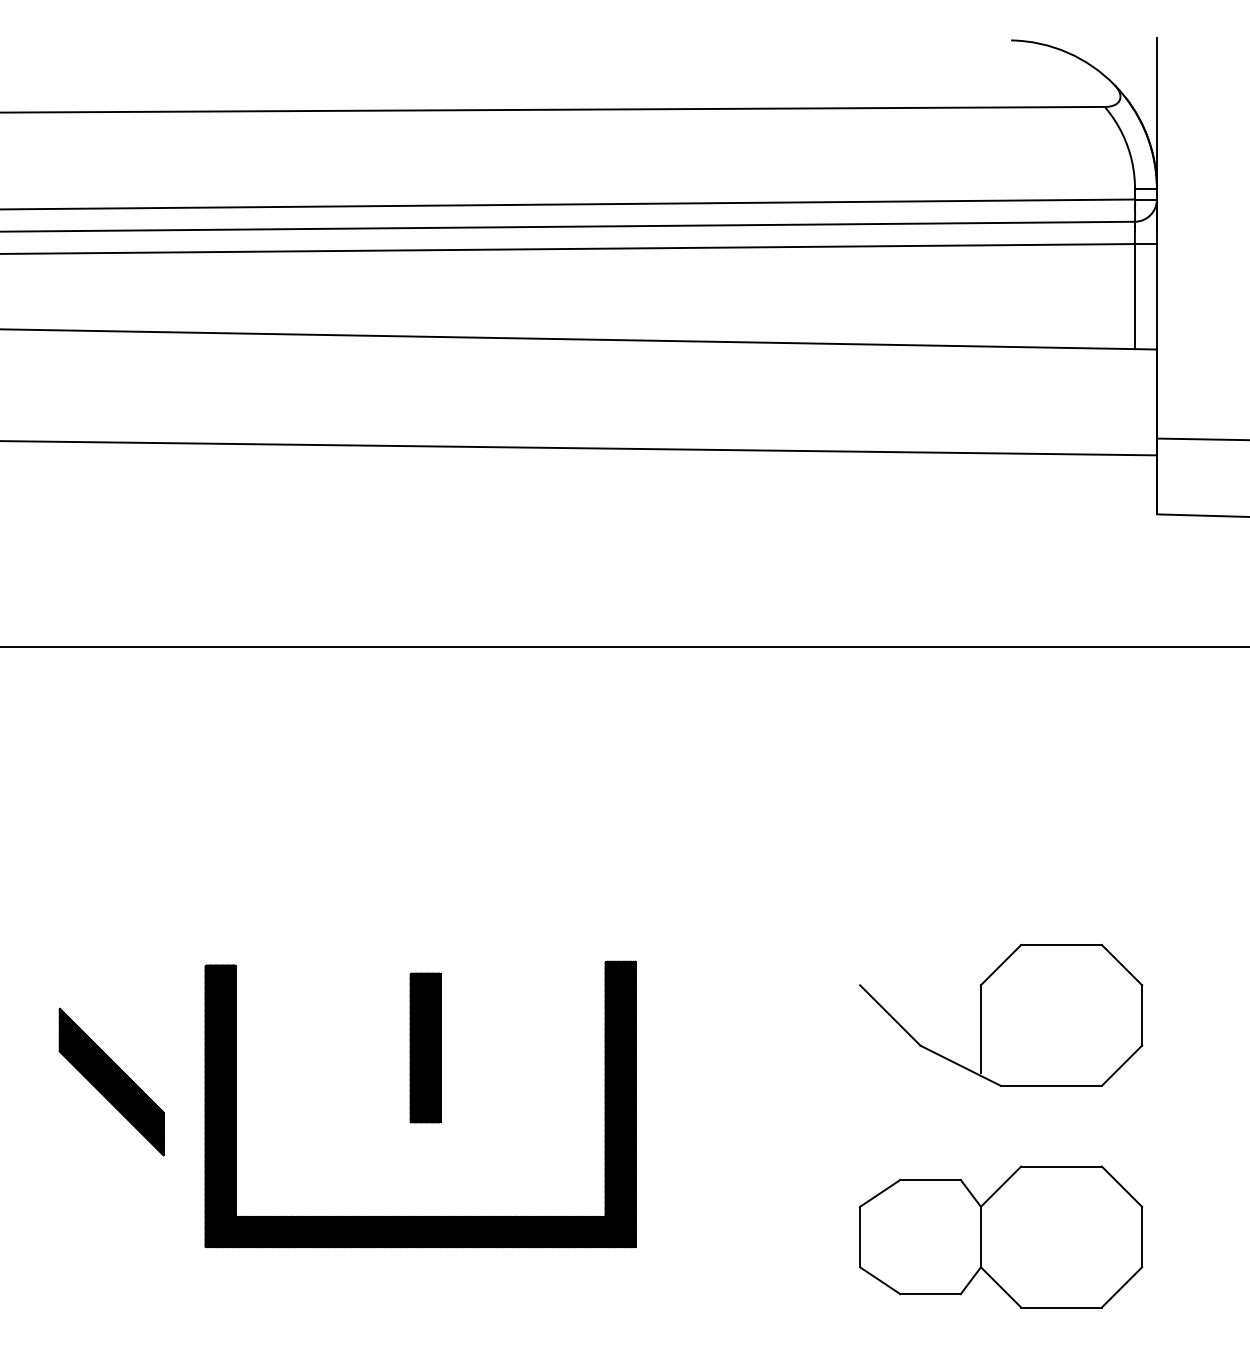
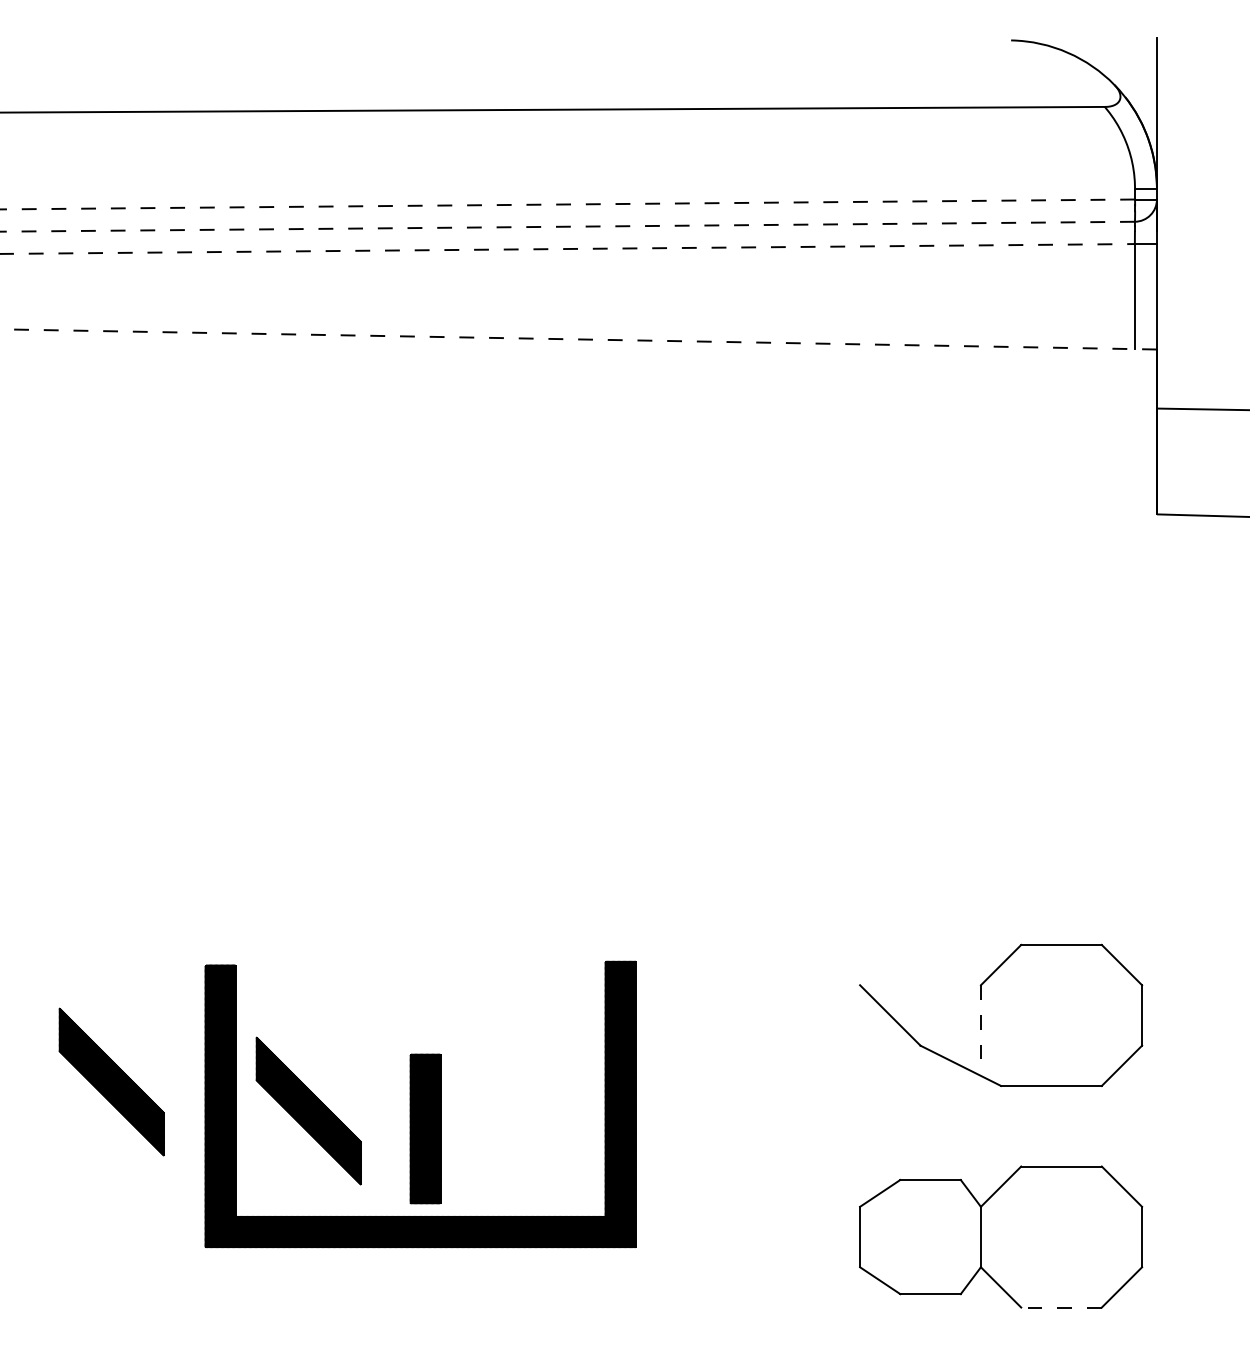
line at (567, 204): solid -> dashed
line at (566, 226): solid -> dashed
line at (567, 249): solid -> dashed
line at (578, 339): solid -> dashed
line at (1201, 439) position: (1201, 439) -> (1201, 409)
line at (579, 448): present -> none
line at (624, 646): present -> none
line at (980, 1028): solid -> dashed
part at (425, 1047) position: (425, 1047) -> (425, 1128)
part at (308, 1110): none -> present
line at (1061, 1307): solid -> dashed
